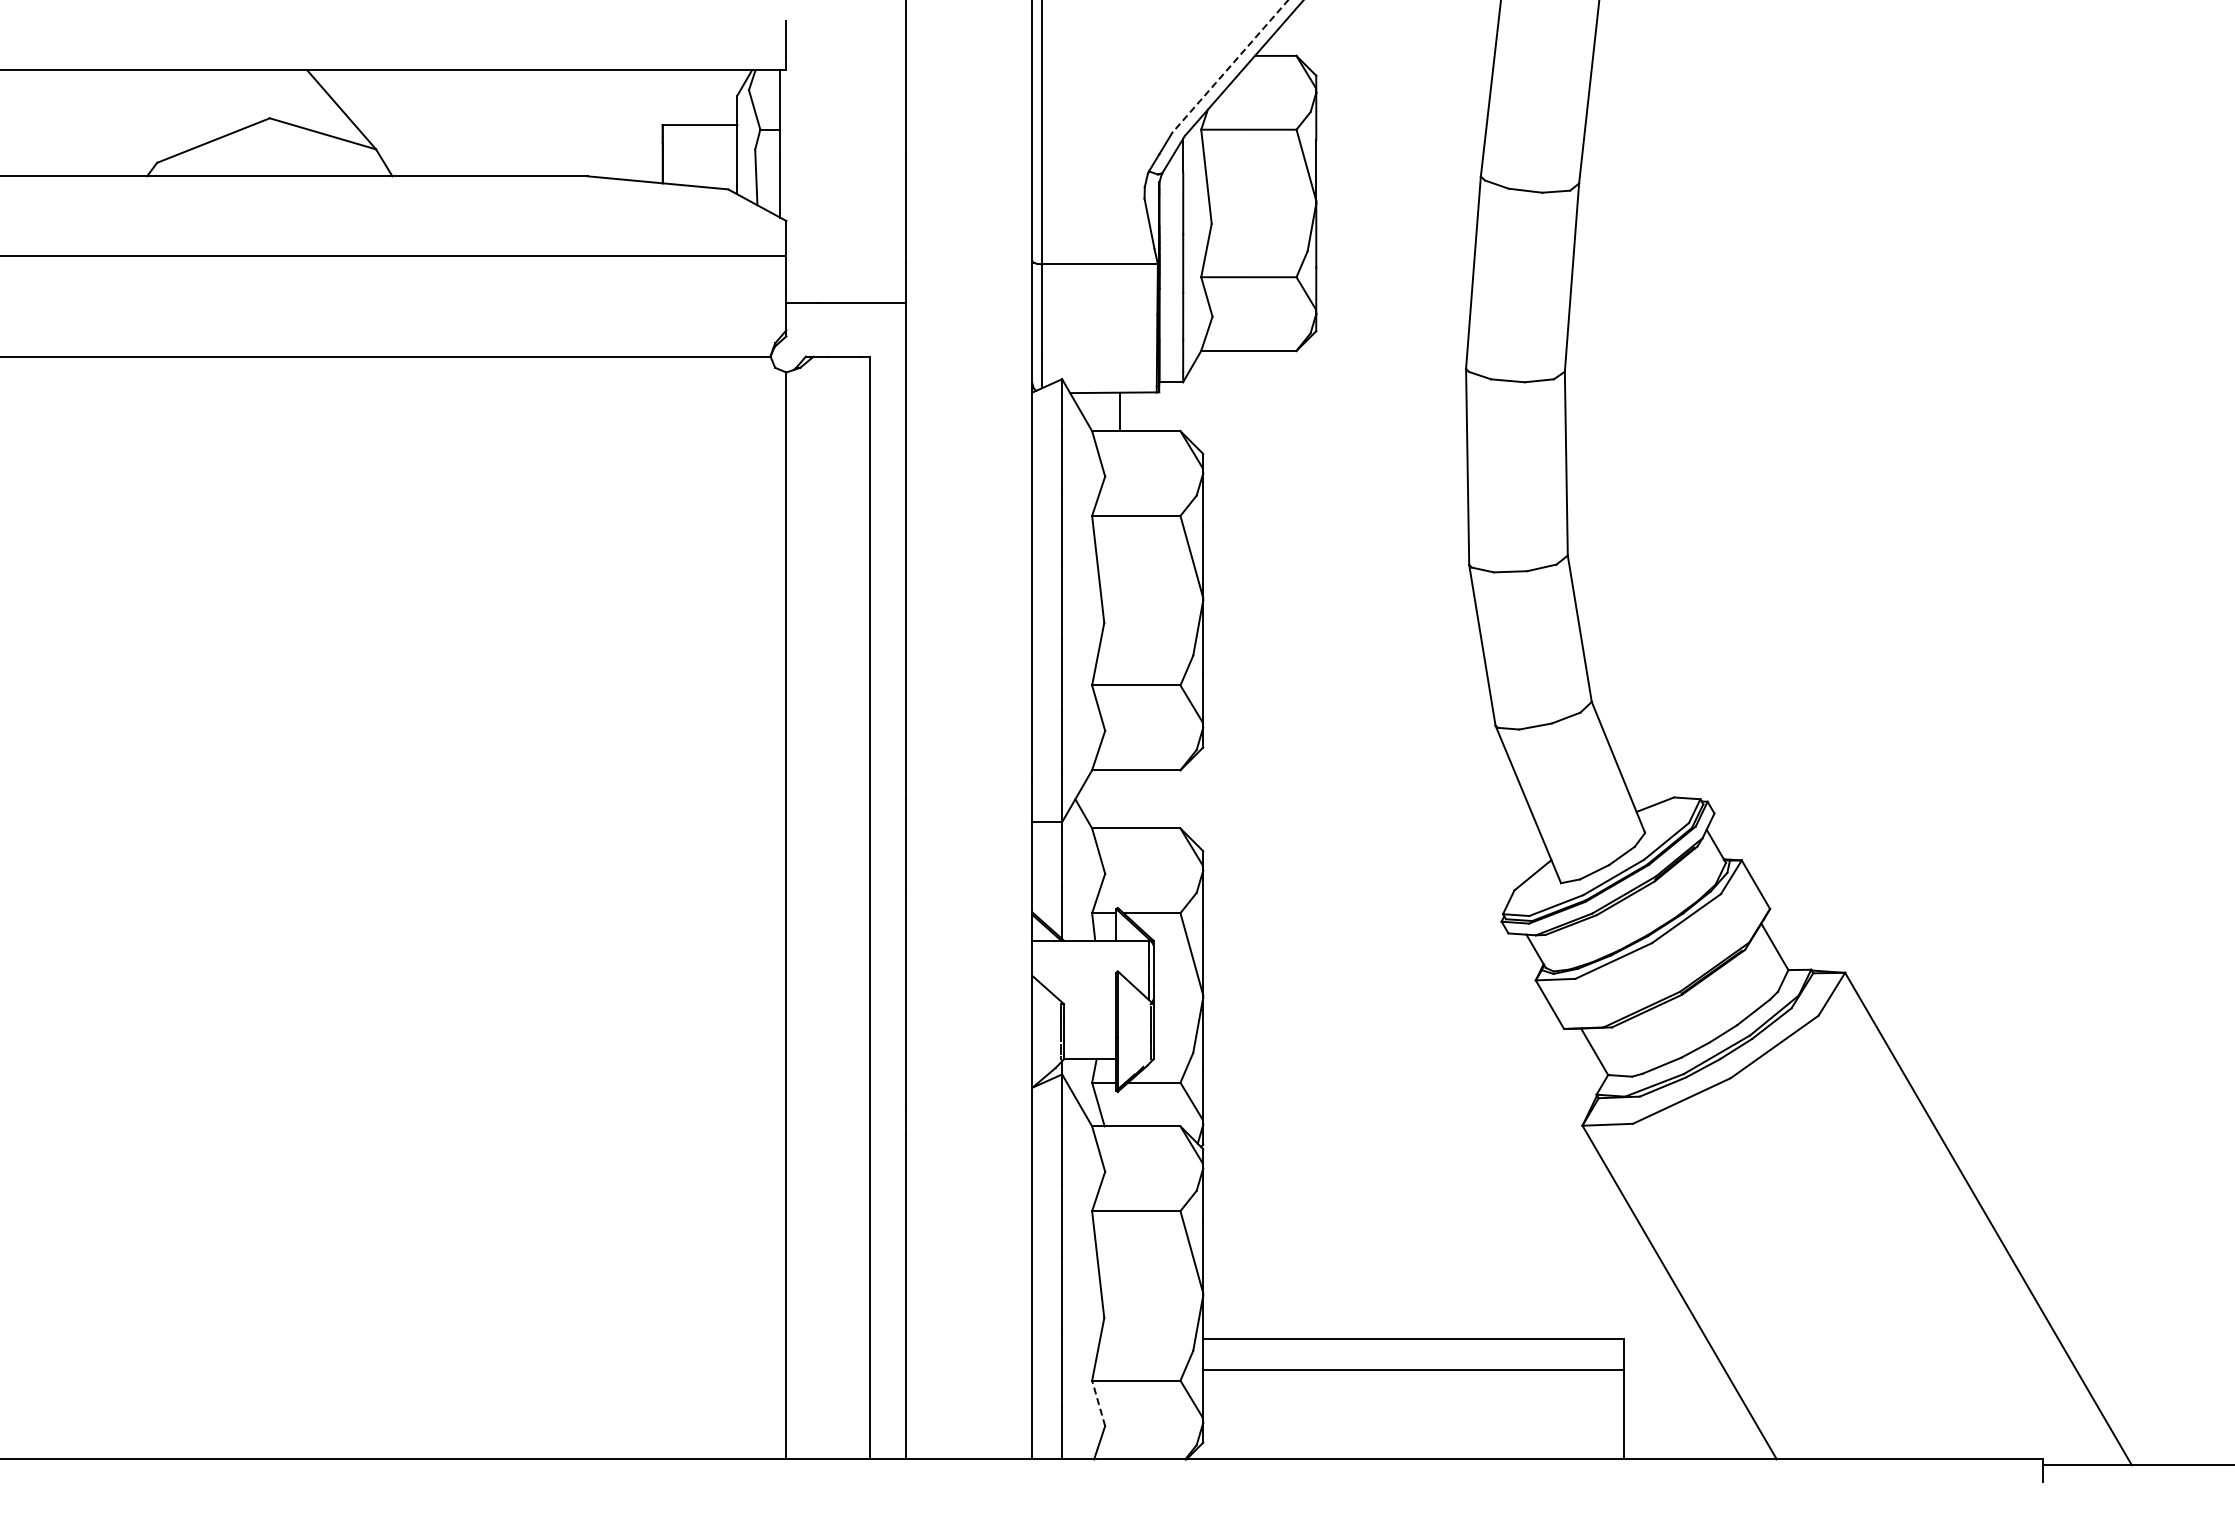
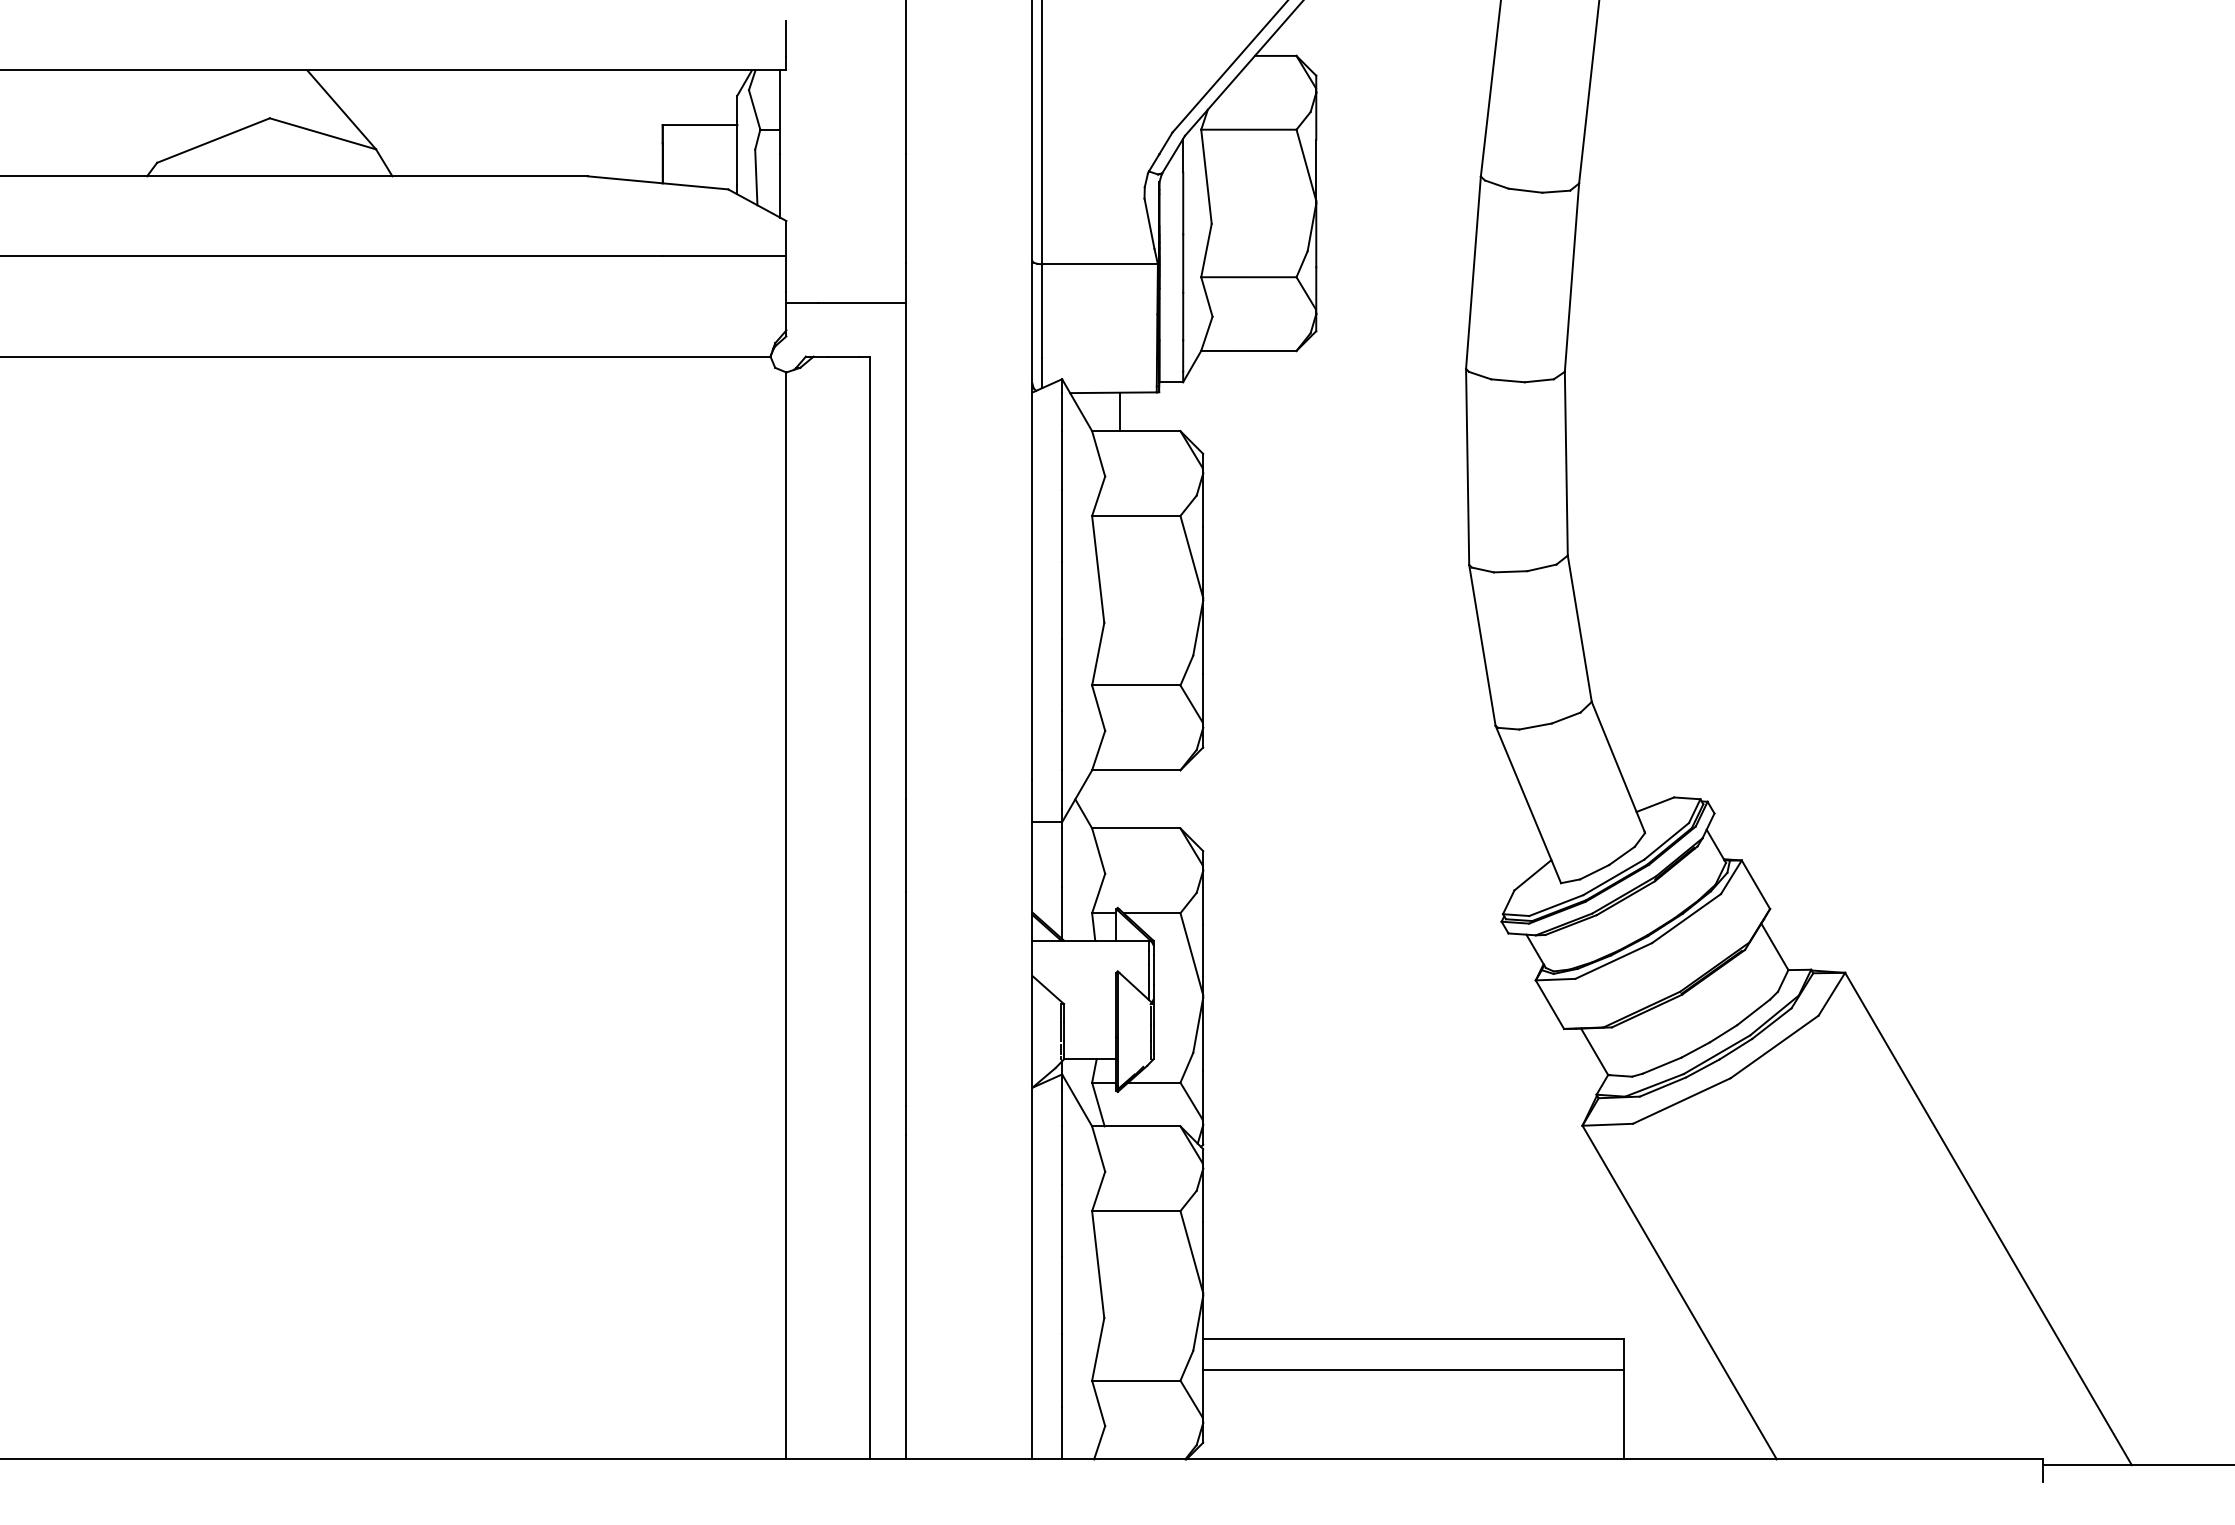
line at (1230, 66): dashed -> solid
line at (1098, 1403): dashed -> solid
